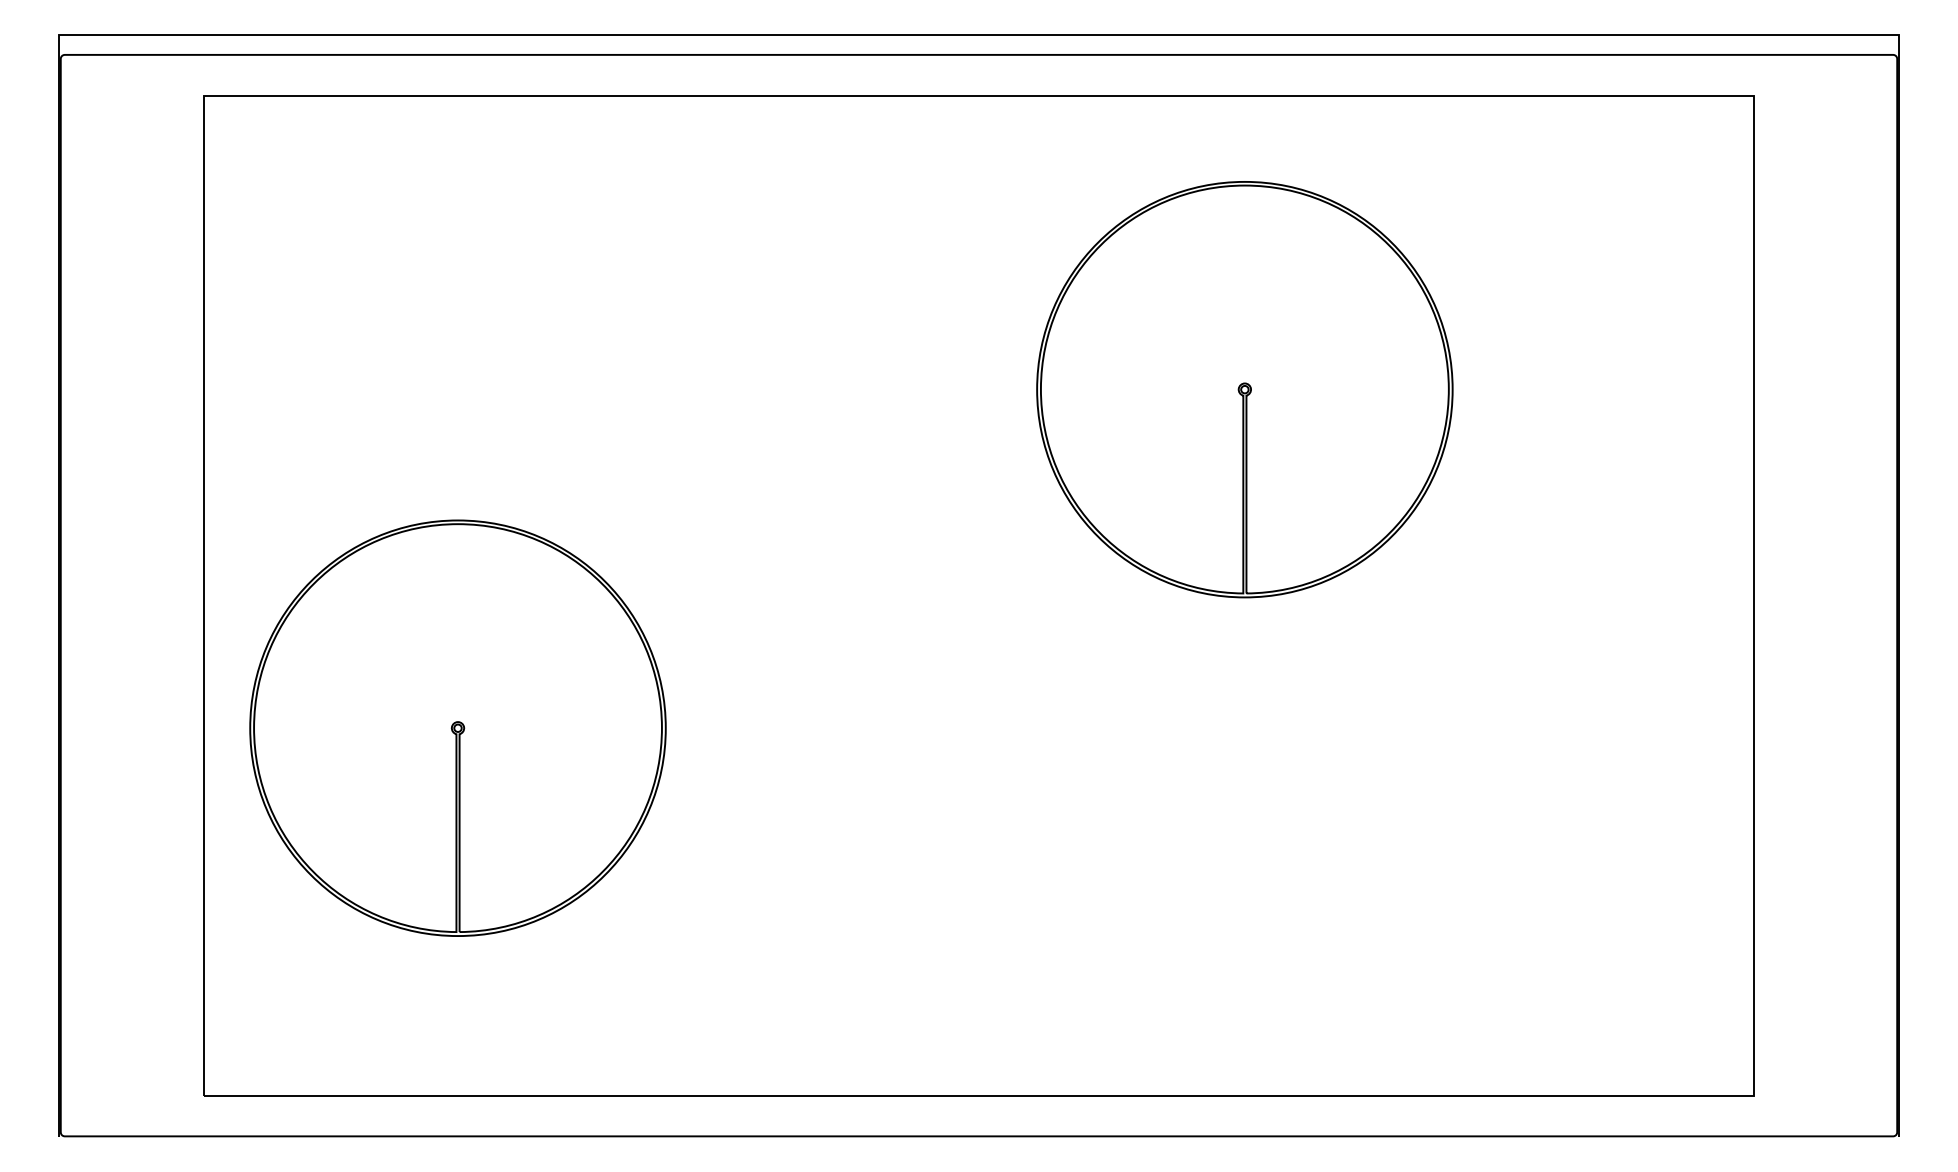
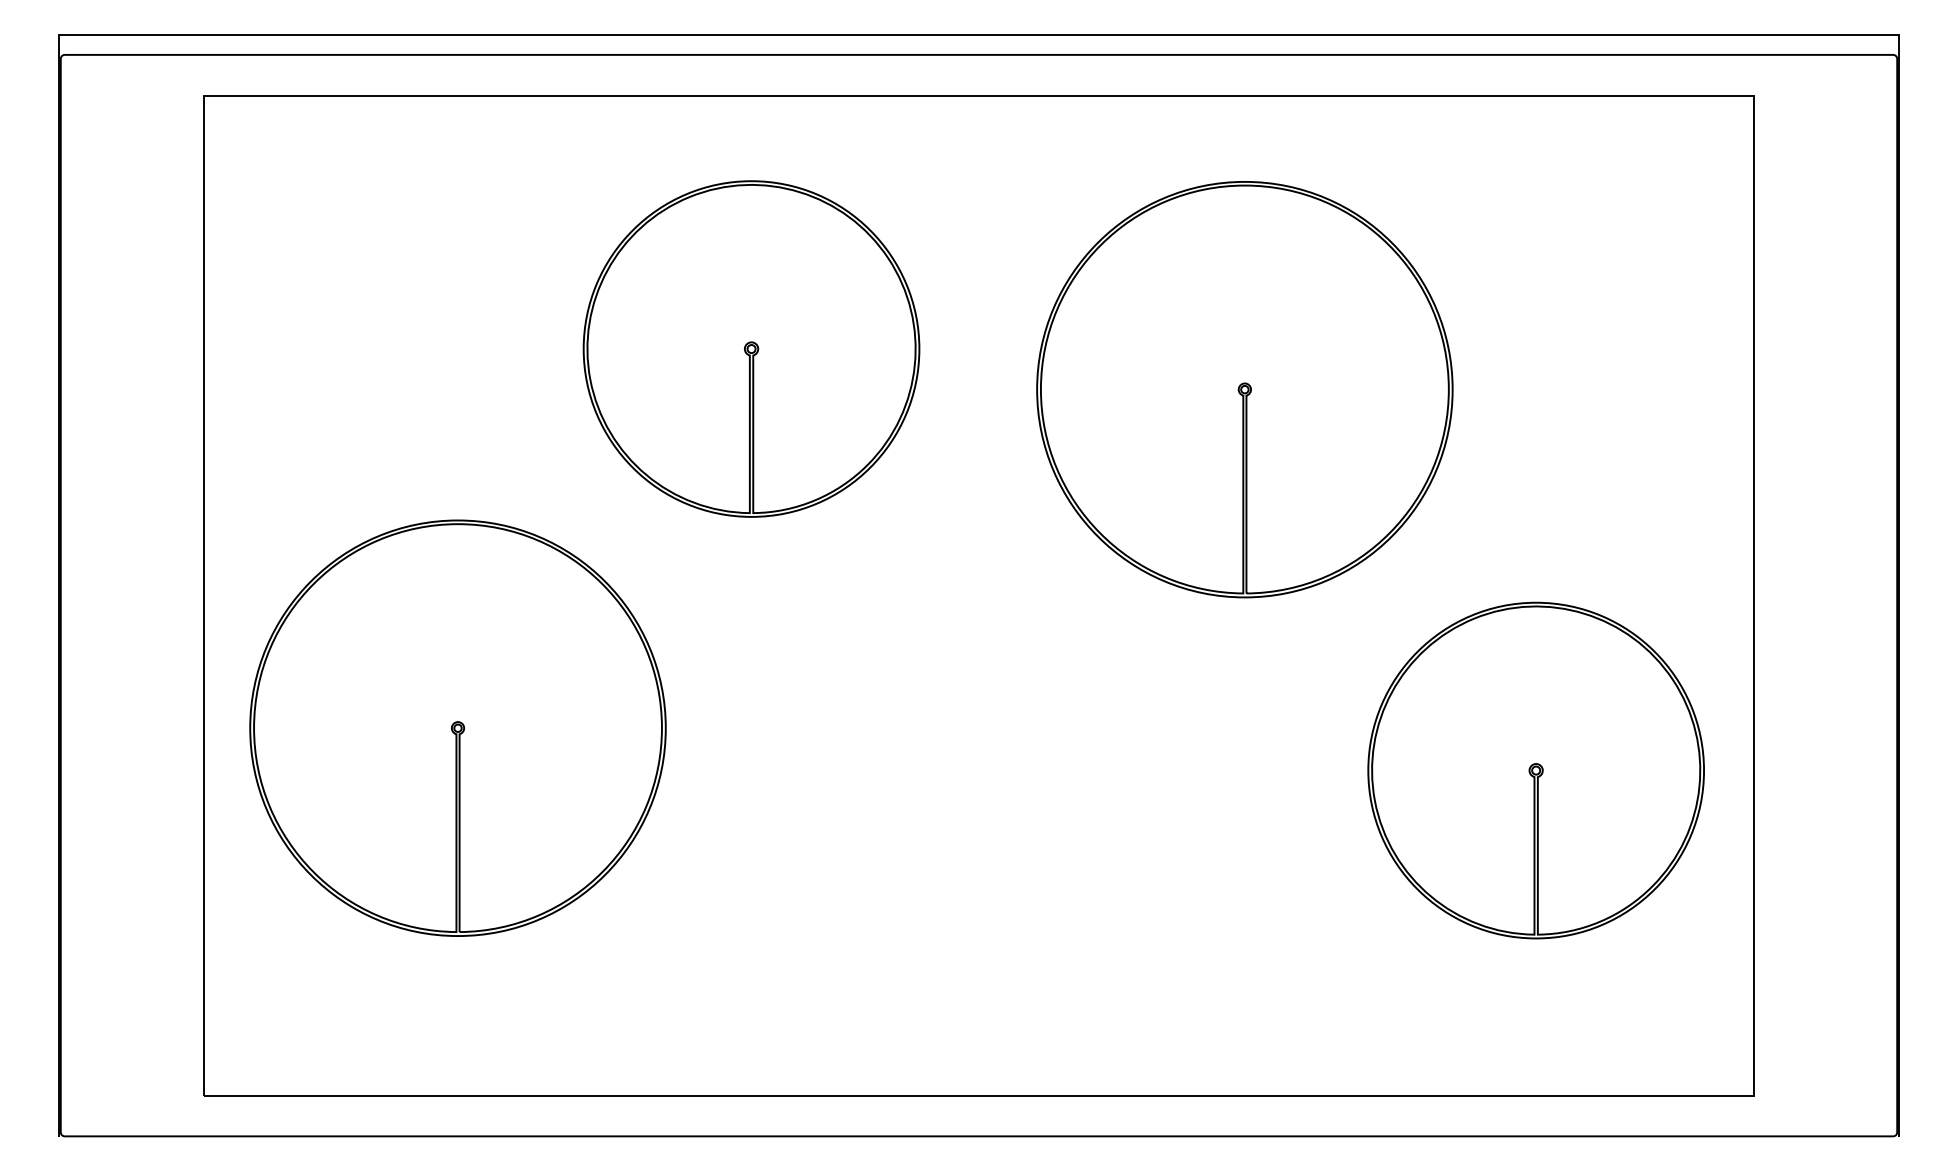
part at (751, 348): none -> present
part at (1535, 770): none -> present
